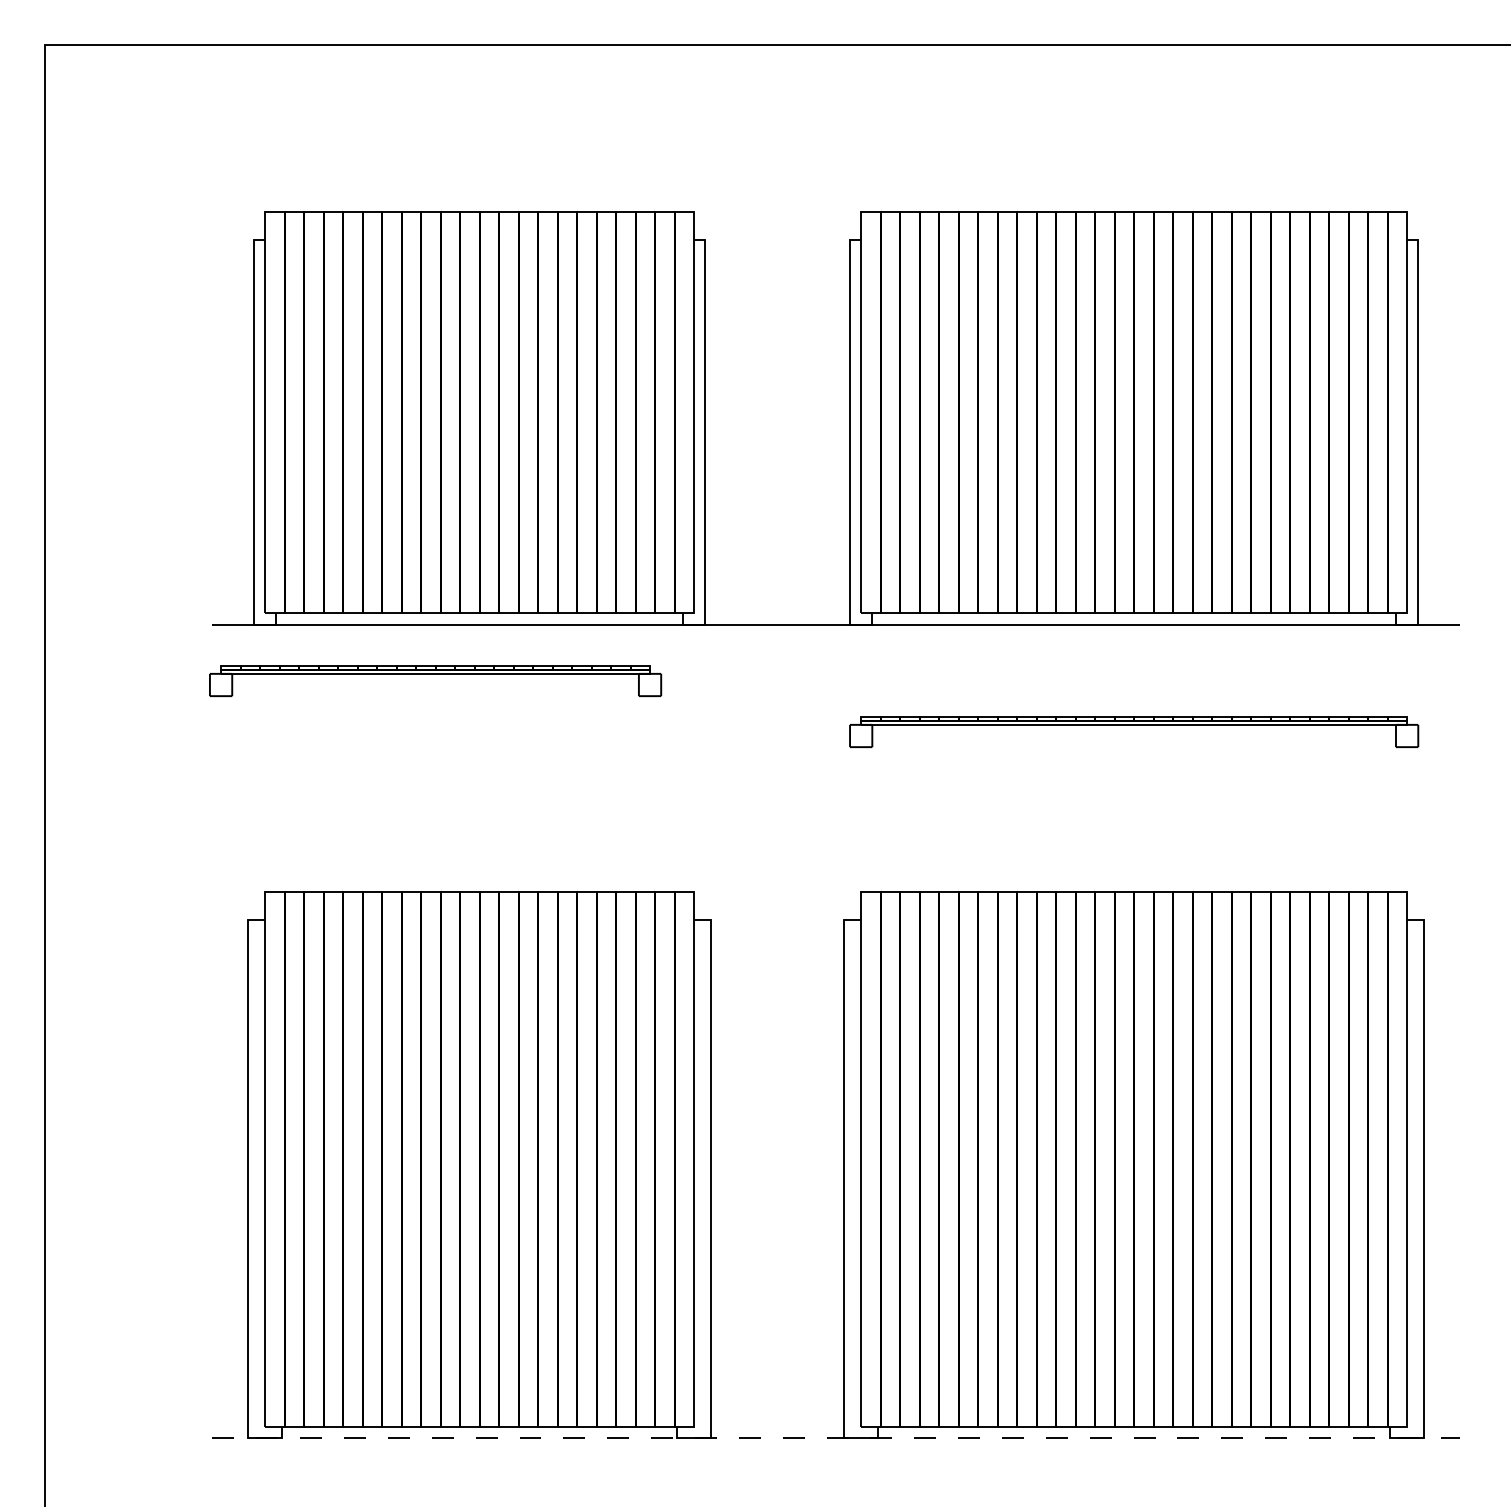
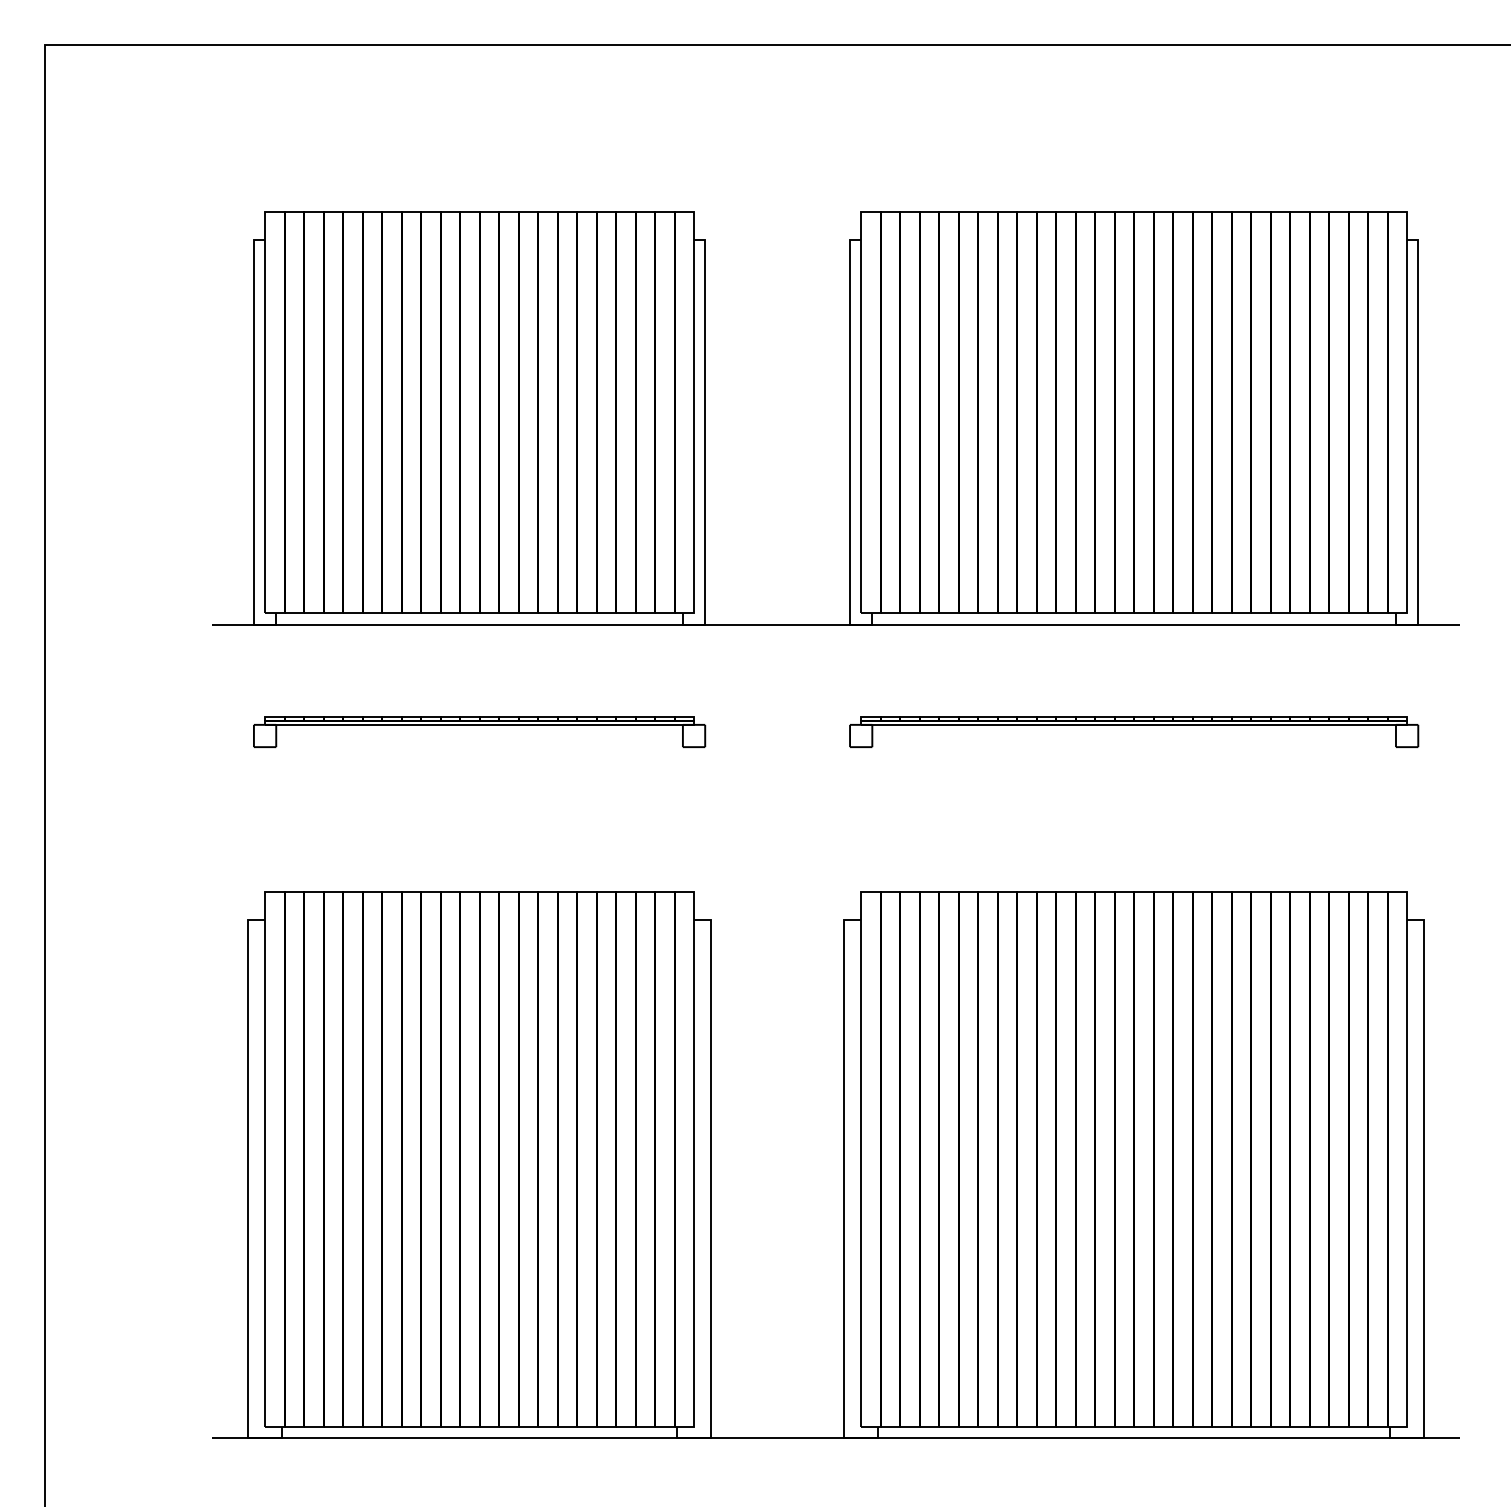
part at (435, 680) position: (435, 680) -> (479, 731)
line at (836, 1438): dashed -> solid
